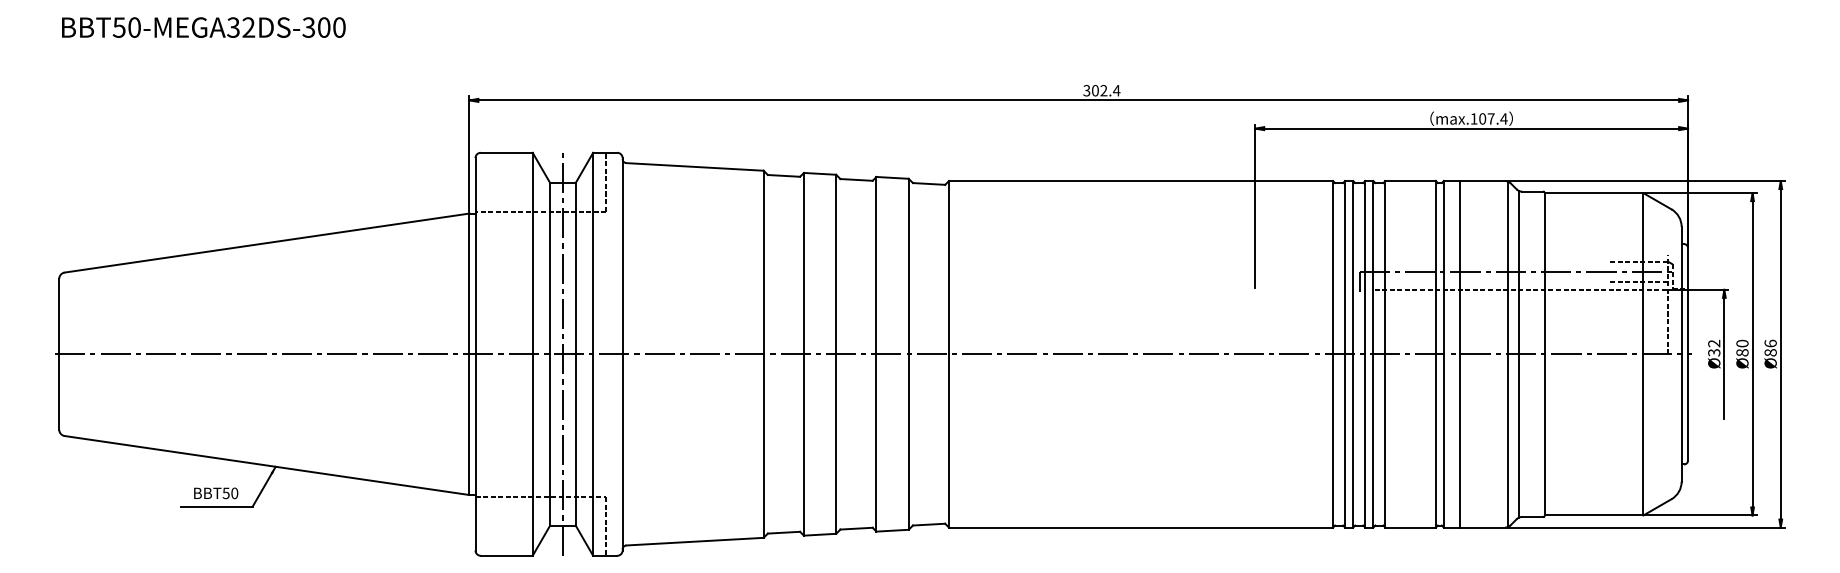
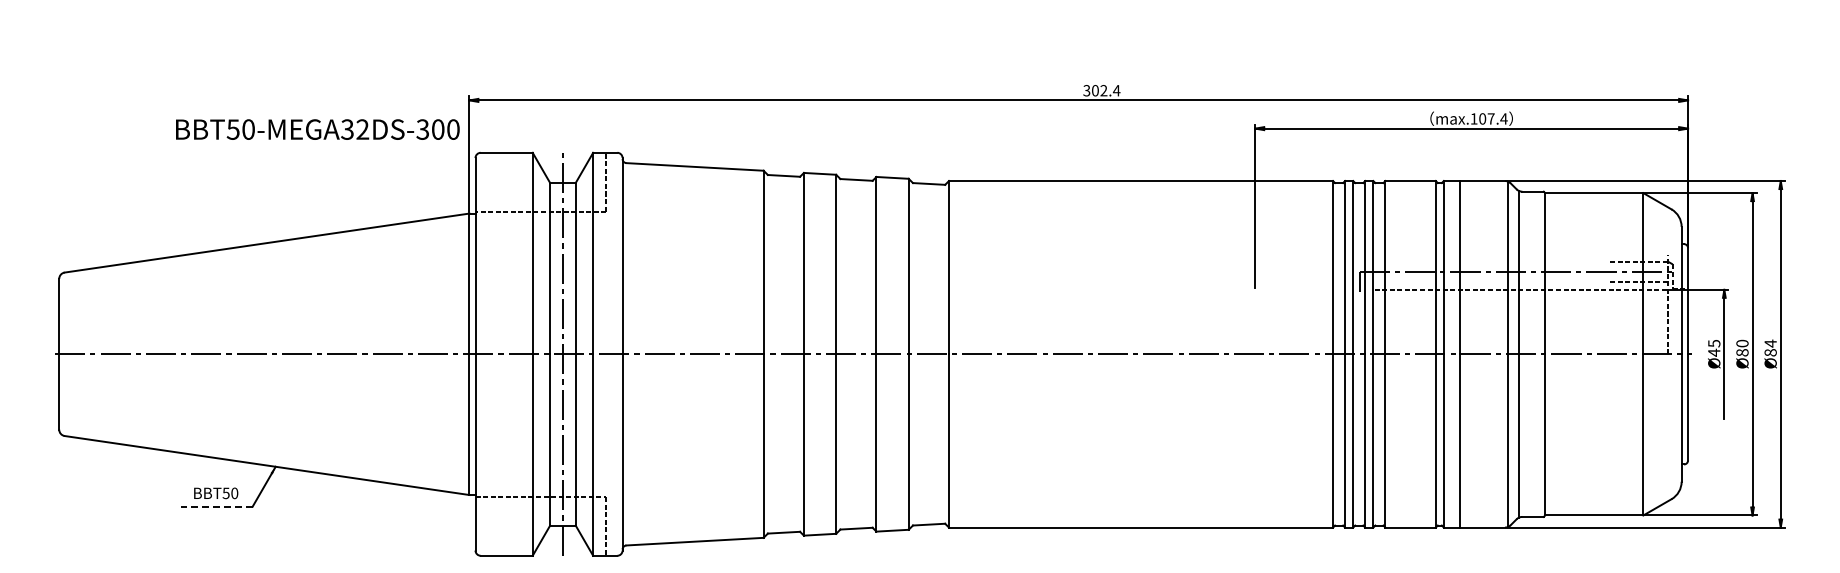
text at (203, 27) position: (203, 27) -> (317, 129)
text at (1770, 343): 86 -> 84
text at (1714, 347): 32 -> 45
line at (217, 506): solid -> dashed
